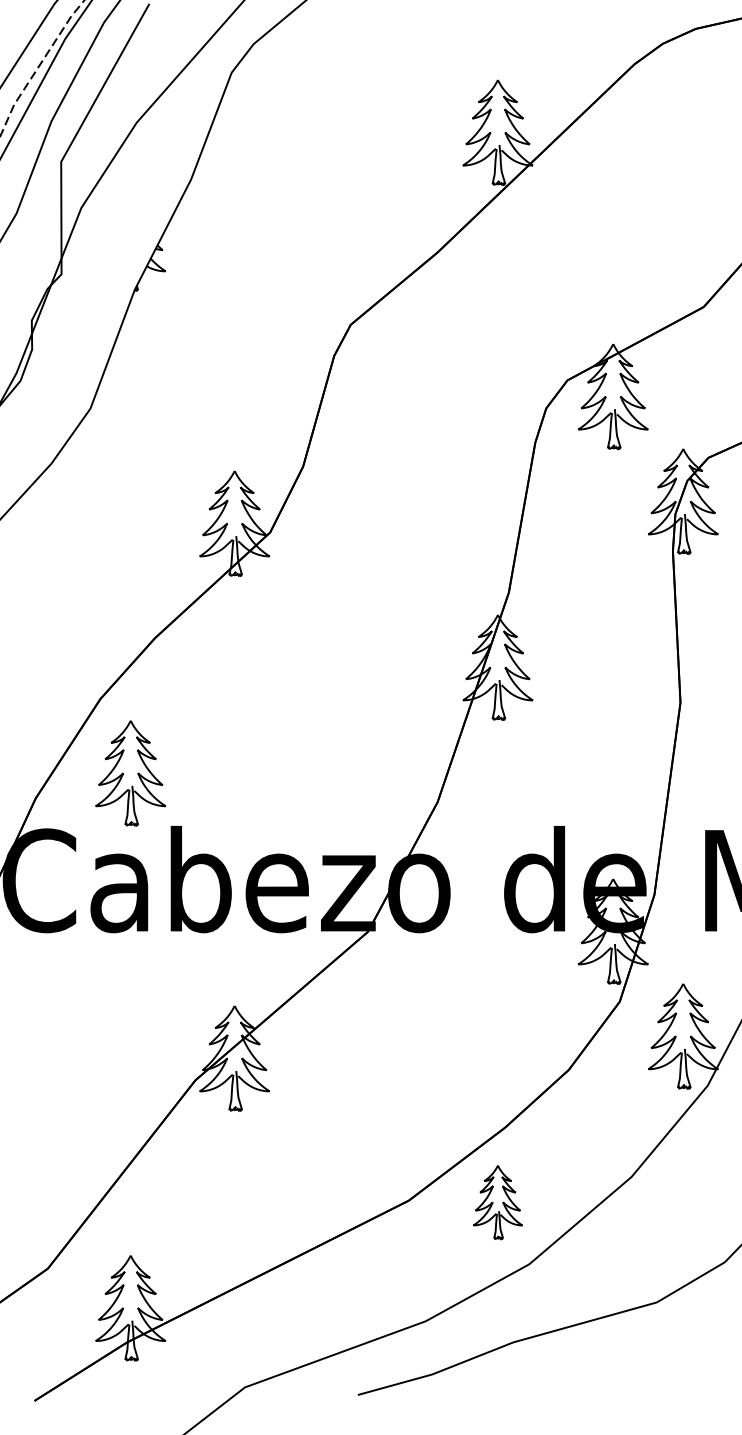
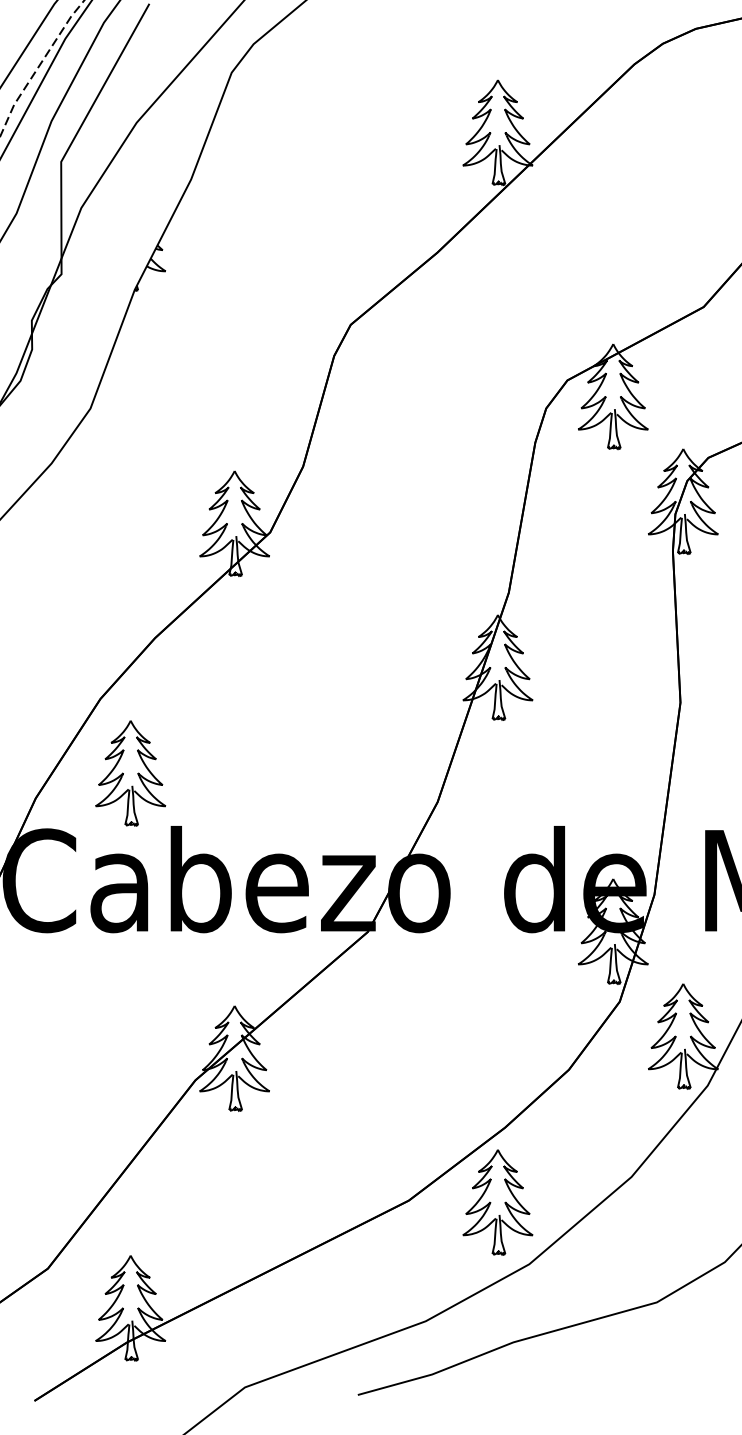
part at (497, 1202) size: 50x76 px -> 72x107 px
